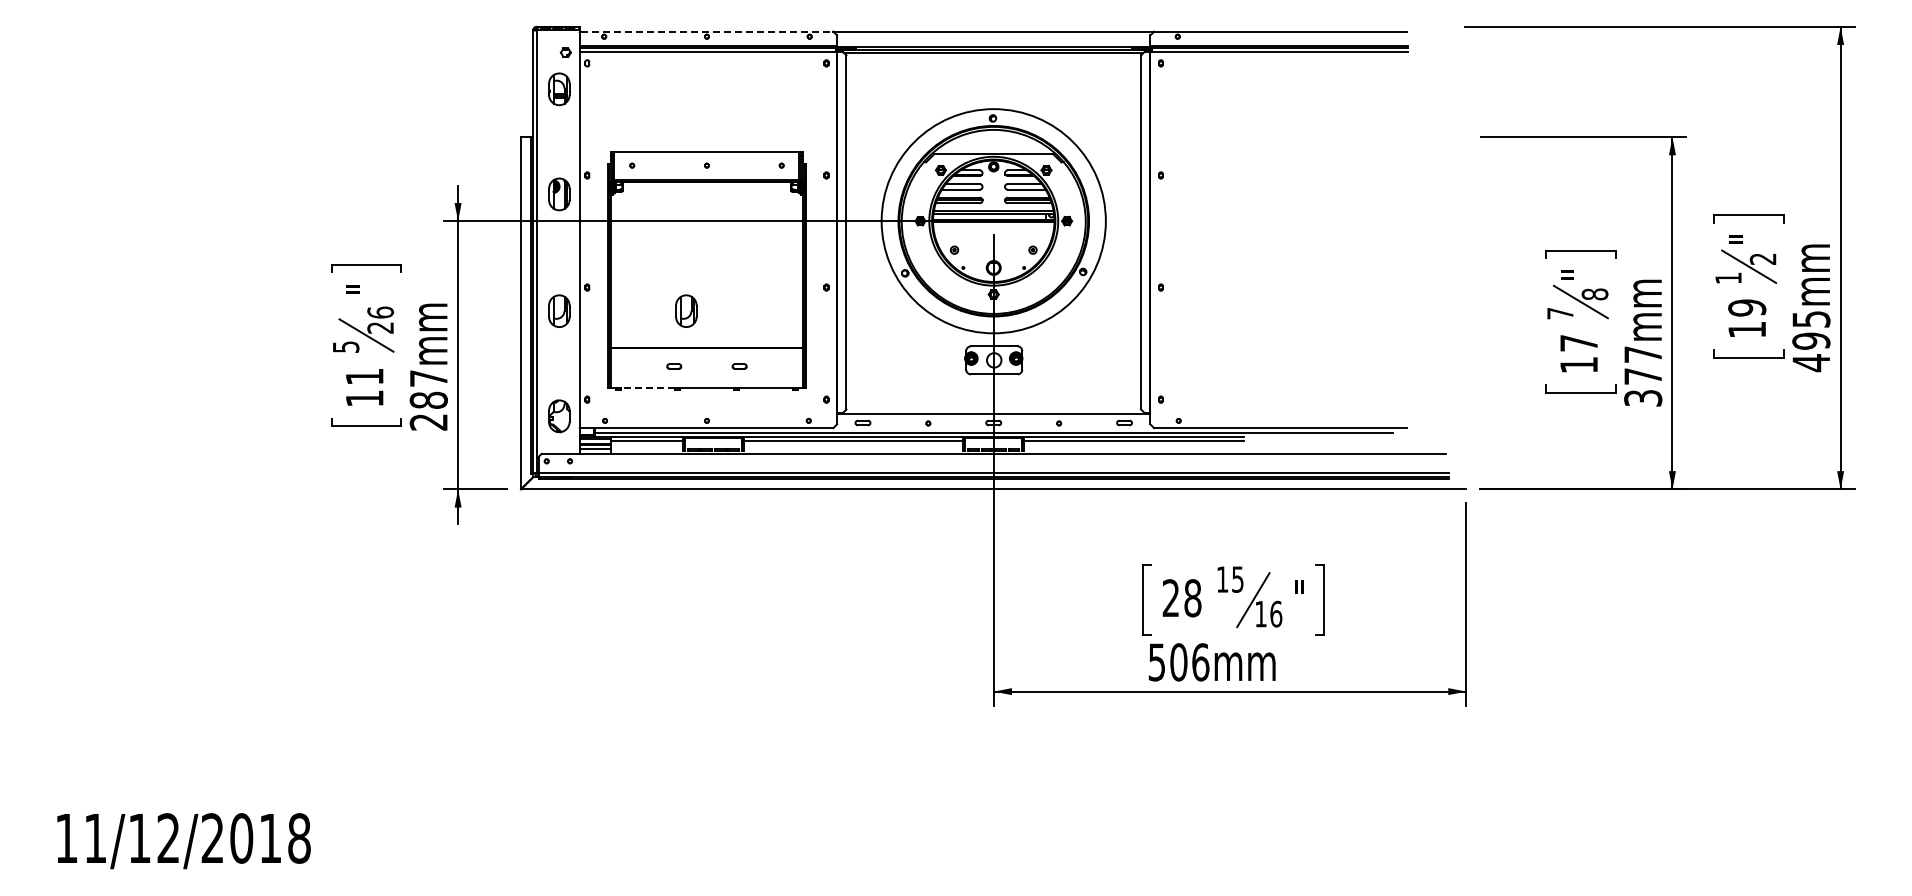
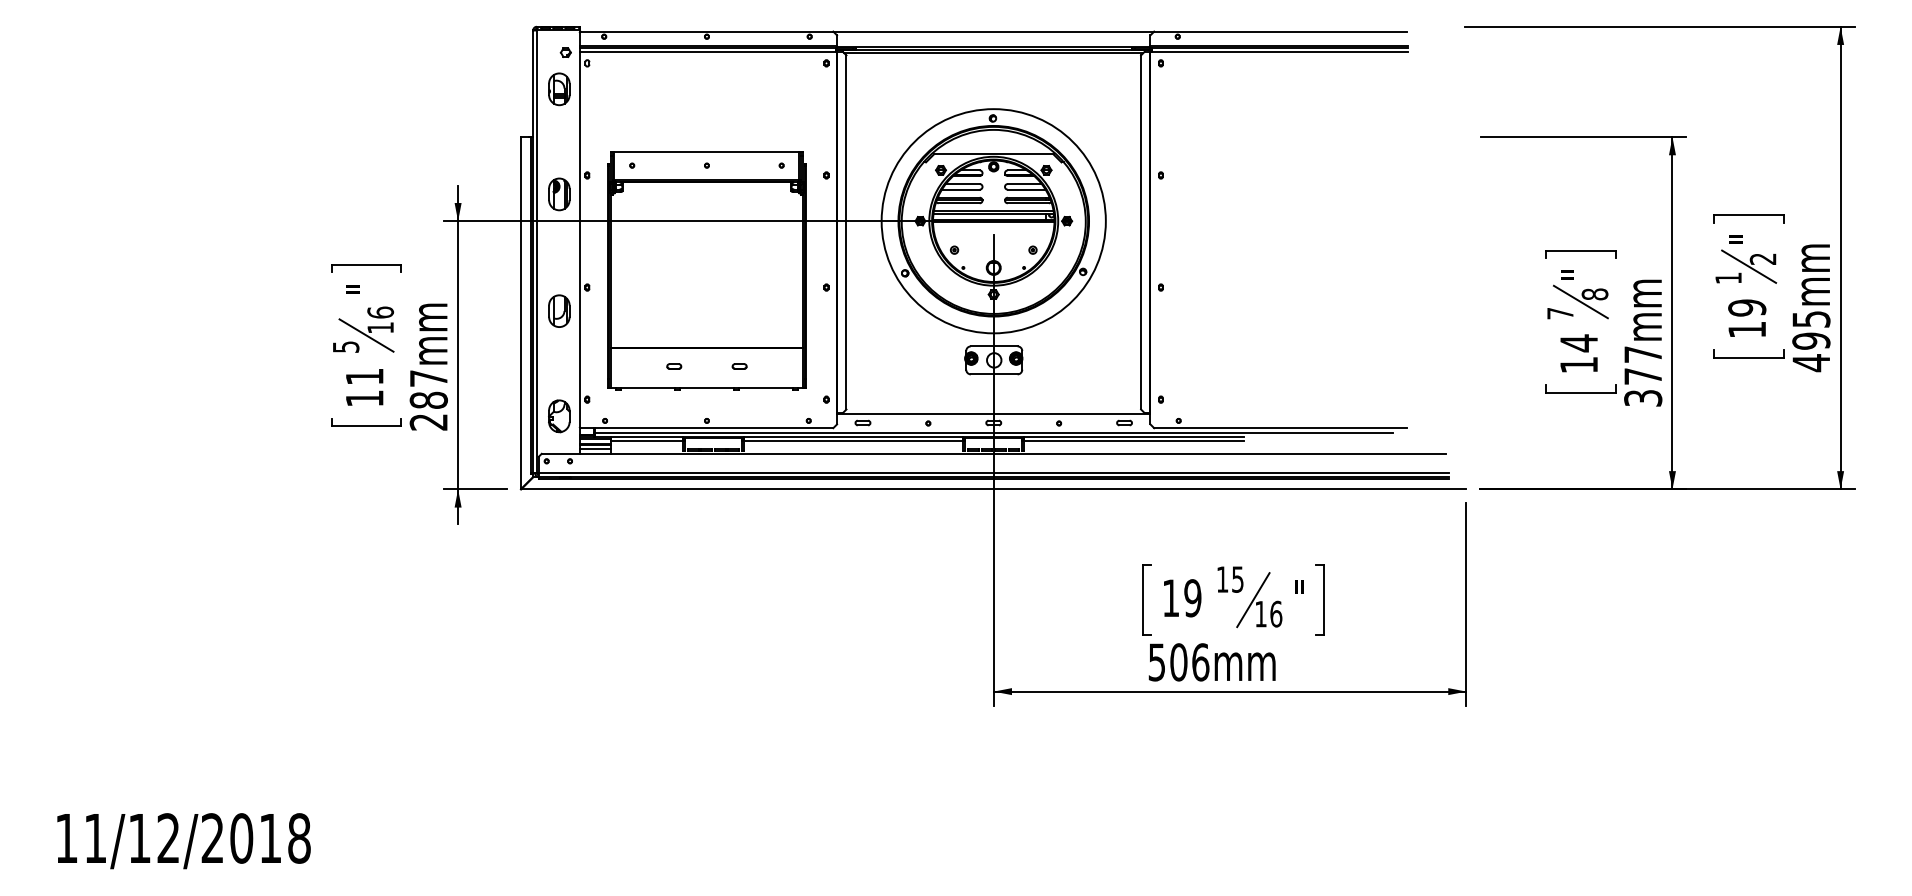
line at (707, 31): dashed -> solid
part at (686, 310): present -> none
text at (380, 327): 26 -> 16
text at (1578, 343): 17 -> 14
line at (647, 387): dashed -> solid
text at (1181, 598): 28 -> 19
